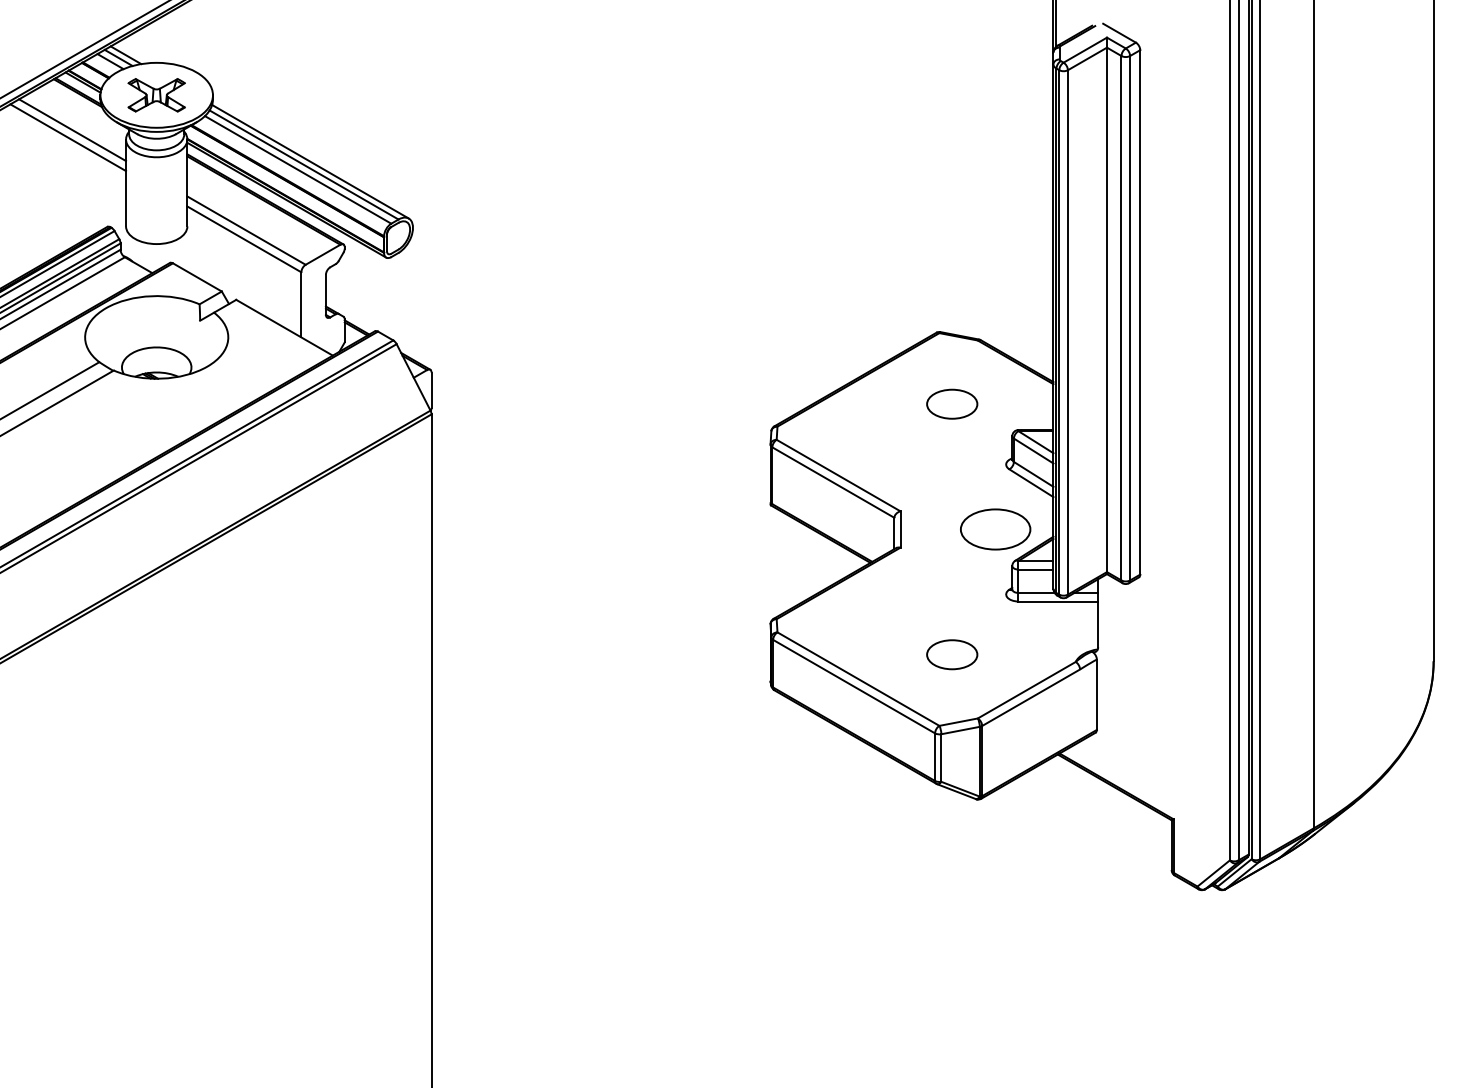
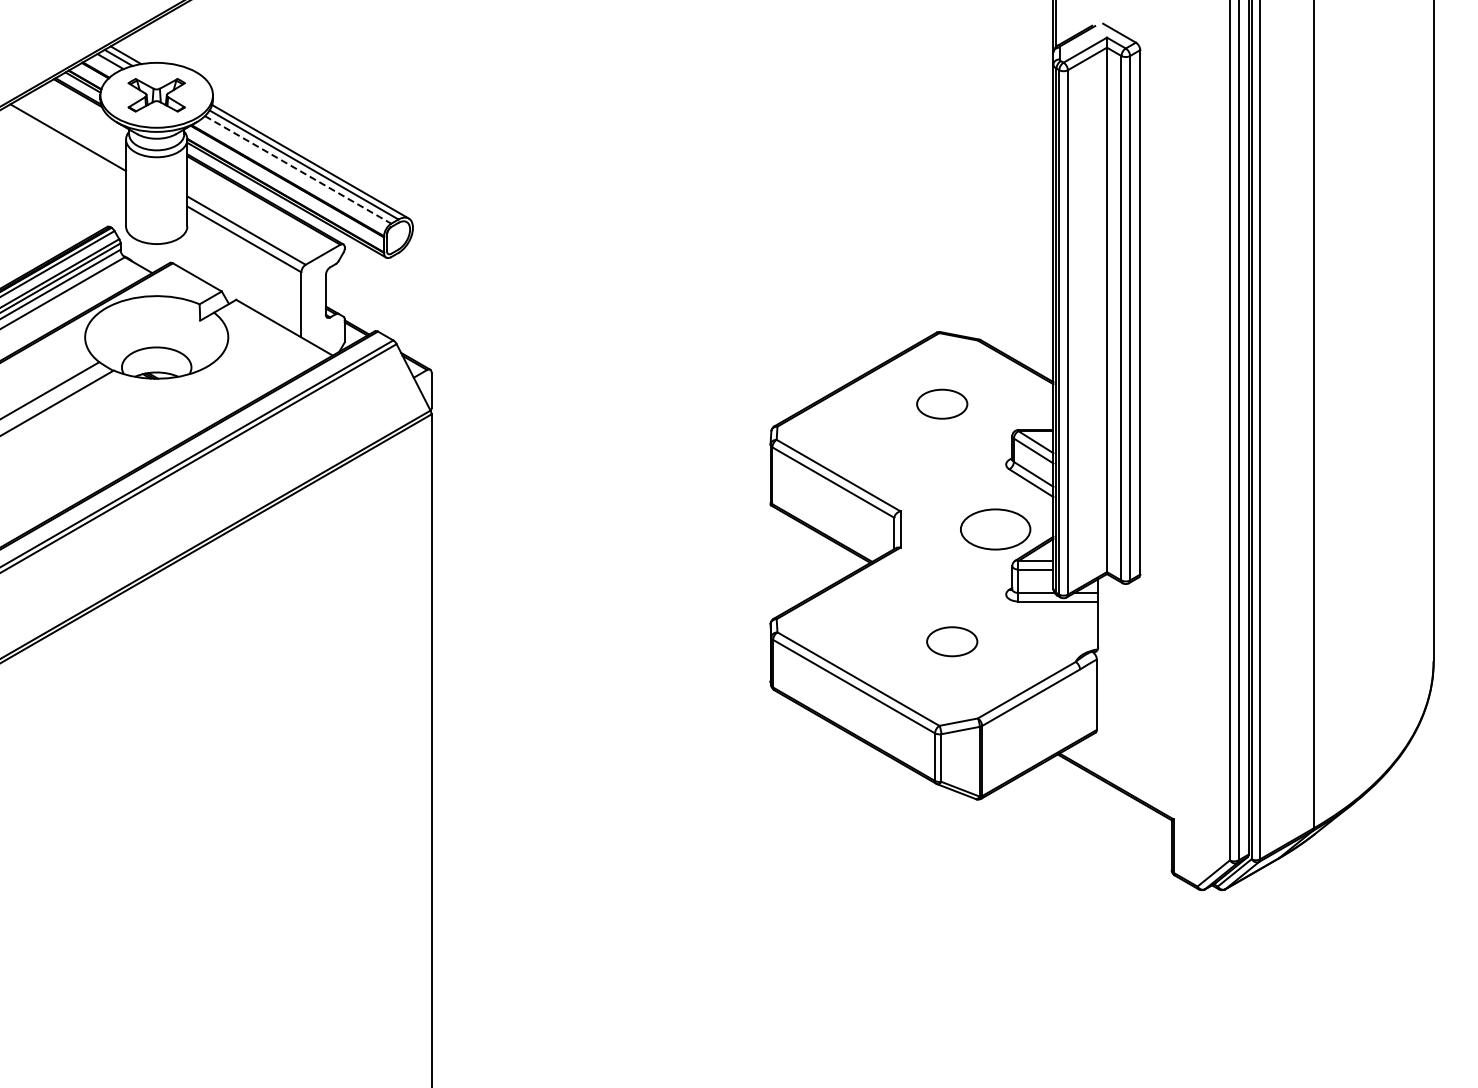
line at (84, 49): present -> none
line at (72, 130): present -> none
line at (298, 169): solid -> dashed
part at (952, 403) position: (952, 403) -> (942, 403)
part at (952, 654) position: (952, 654) -> (952, 641)
